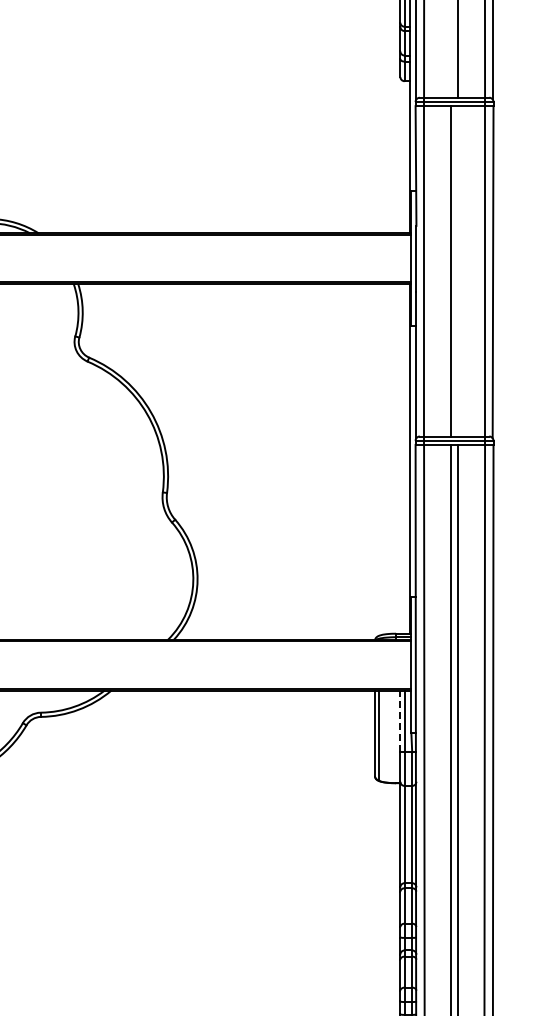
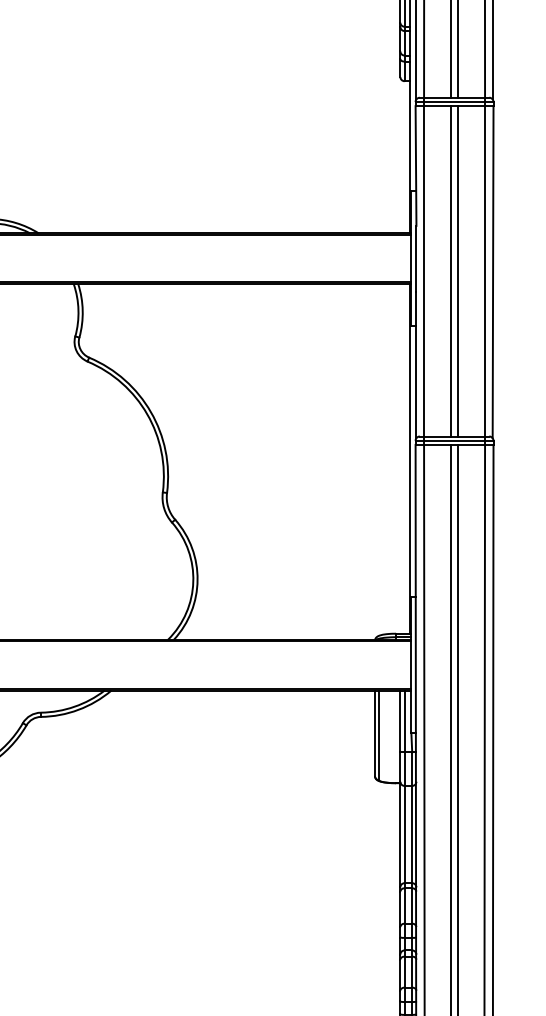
line at (451, 49): none -> present
line at (457, 271): none -> present
line at (400, 721): dashed -> solid
